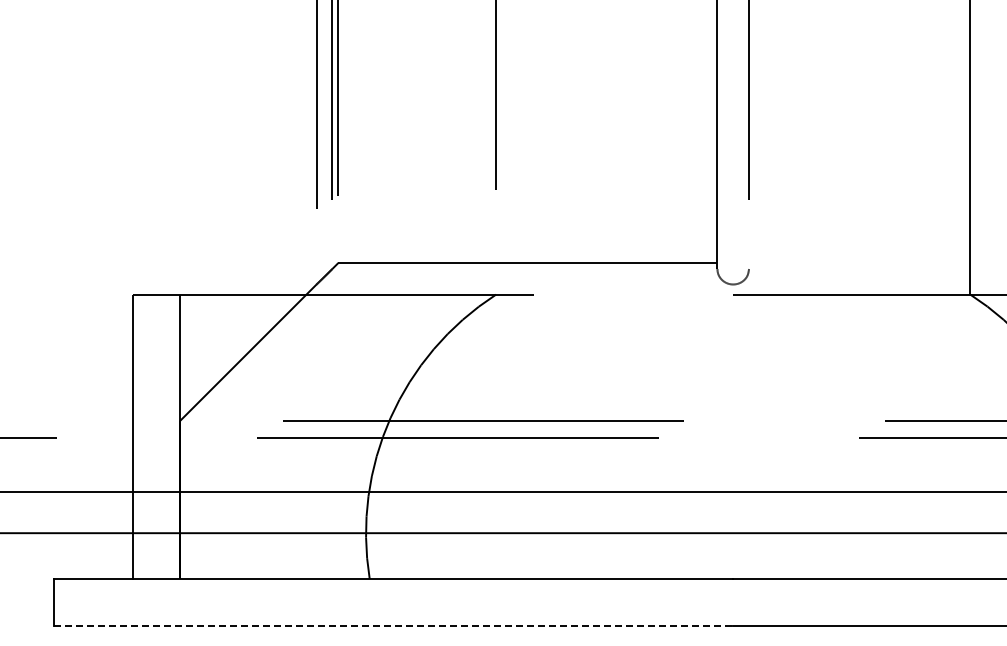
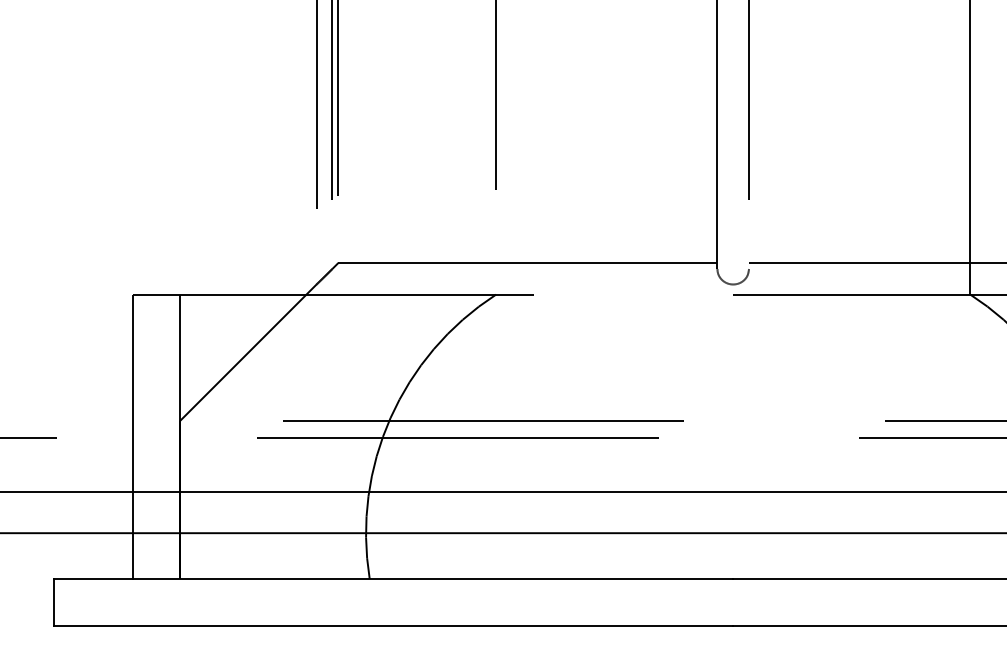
line at (876, 262): none -> present
line at (393, 626): dashed -> solid
